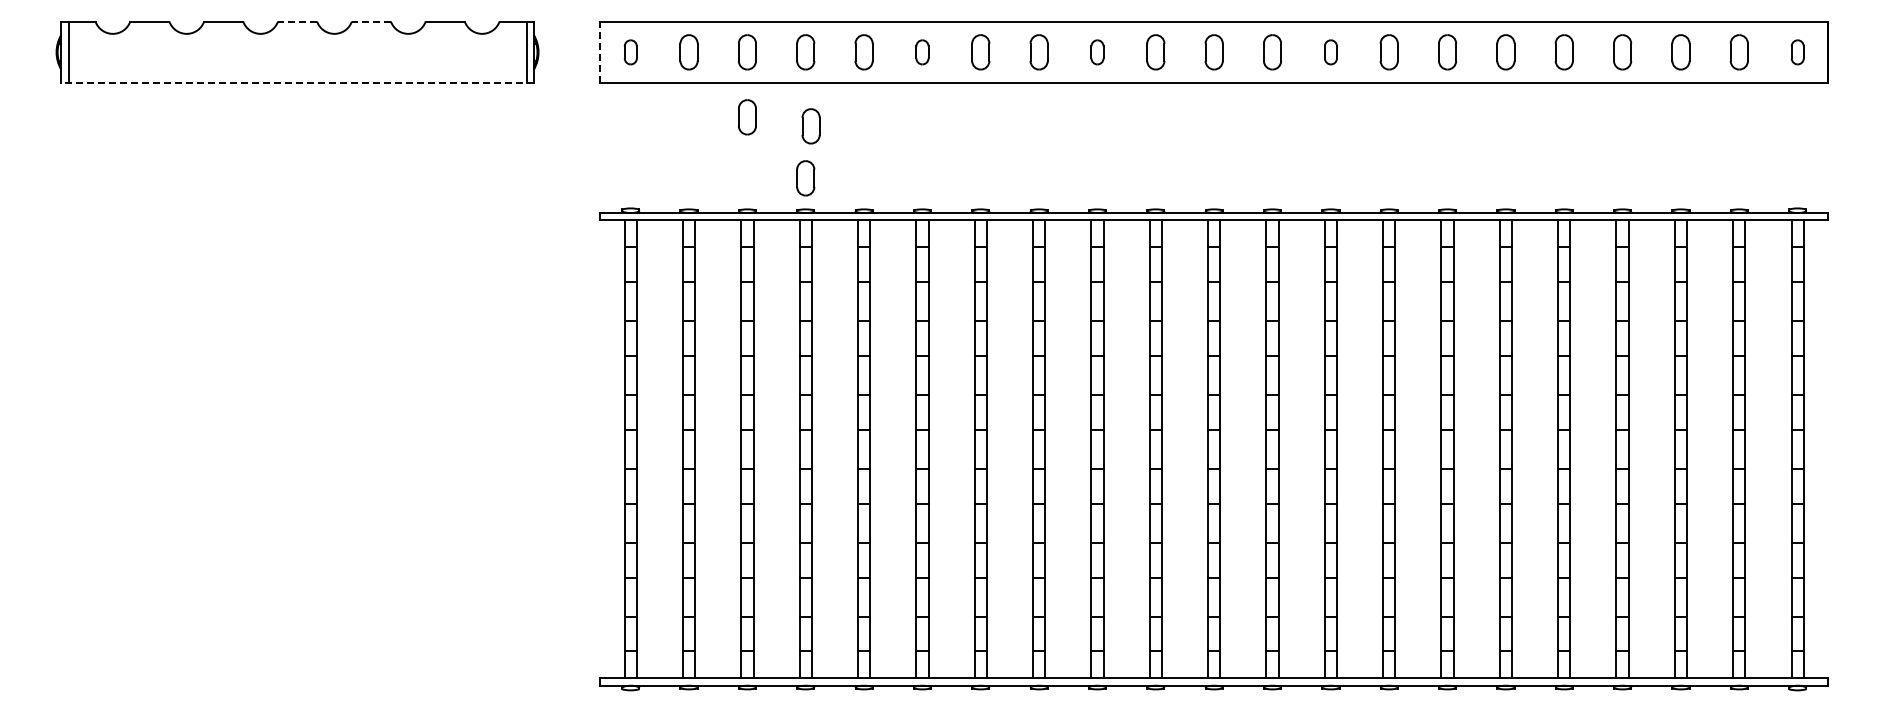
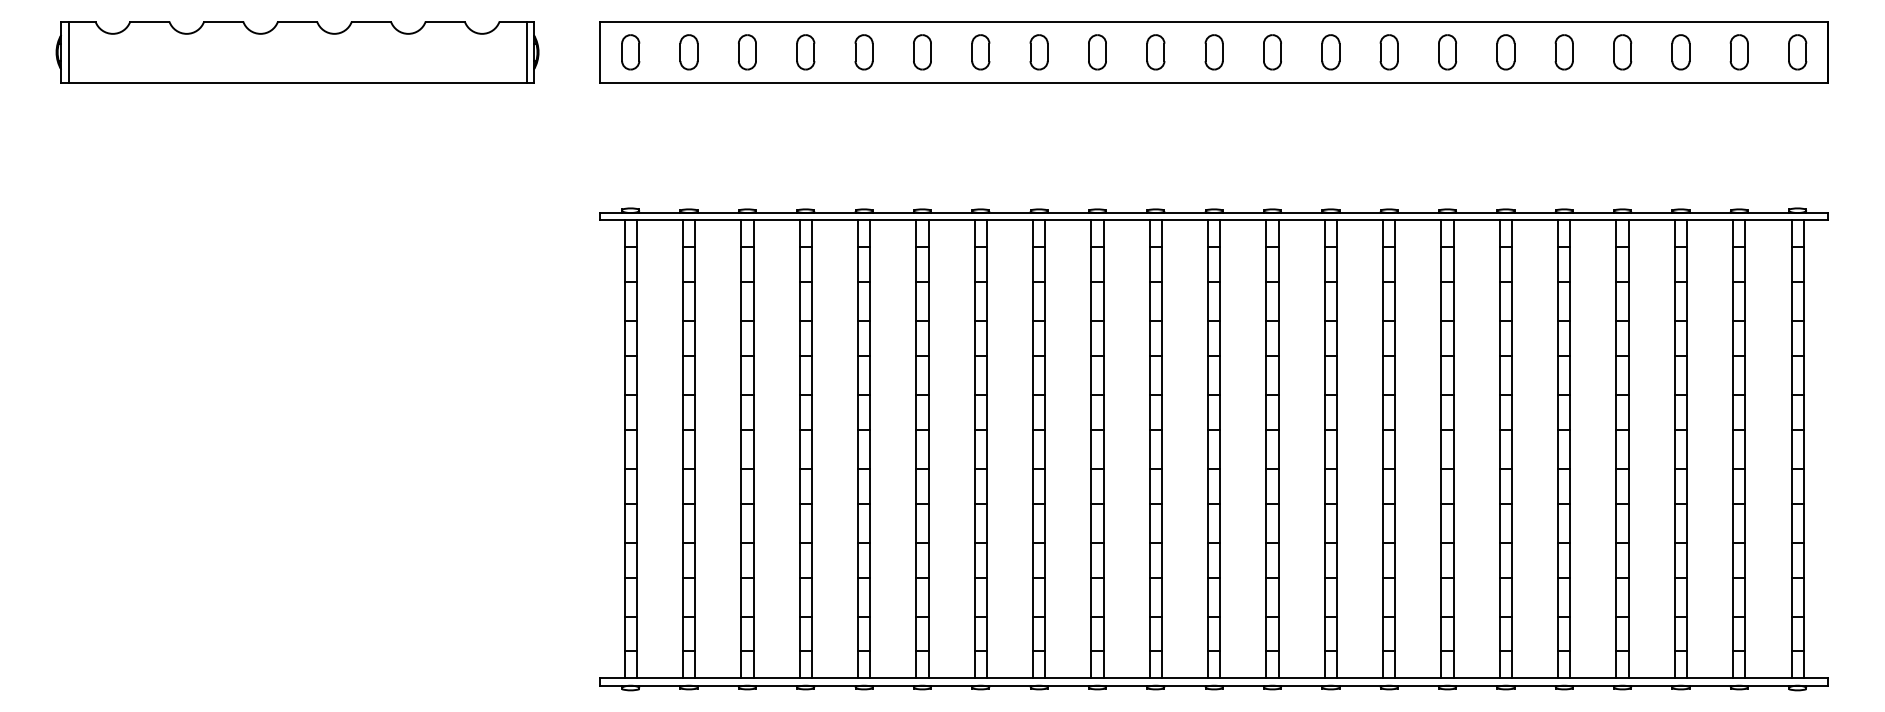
line at (297, 21): dashed -> solid
line at (371, 21): dashed -> solid
line at (599, 52): dashed -> solid
part at (630, 52) size: 15x27 px -> 20x37 px
part at (922, 52) size: 15x27 px -> 19x37 px
part at (1097, 52) size: 15x27 px -> 19x37 px
part at (1330, 52) size: 14x27 px -> 20x37 px
part at (1797, 52) size: 15x27 px -> 20x37 px
line at (297, 83): dashed -> solid
part at (747, 117): present -> none
part at (810, 126): present -> none
part at (805, 178): present -> none
